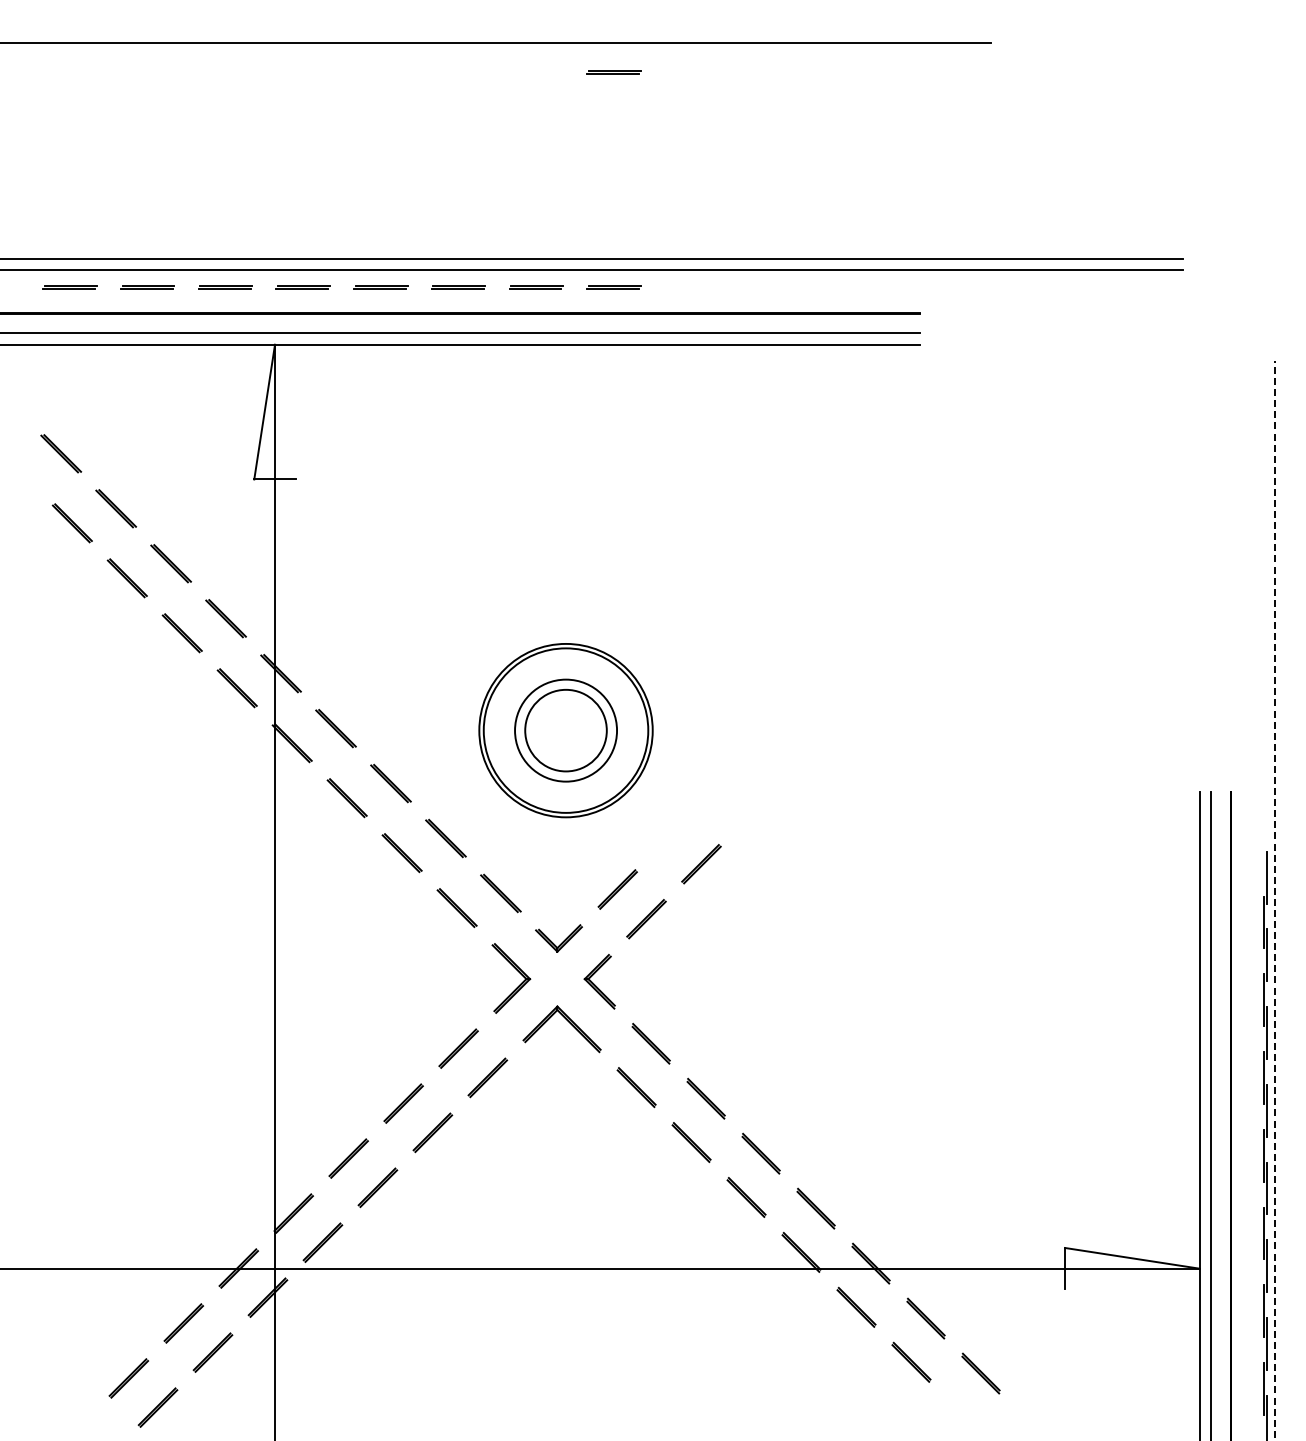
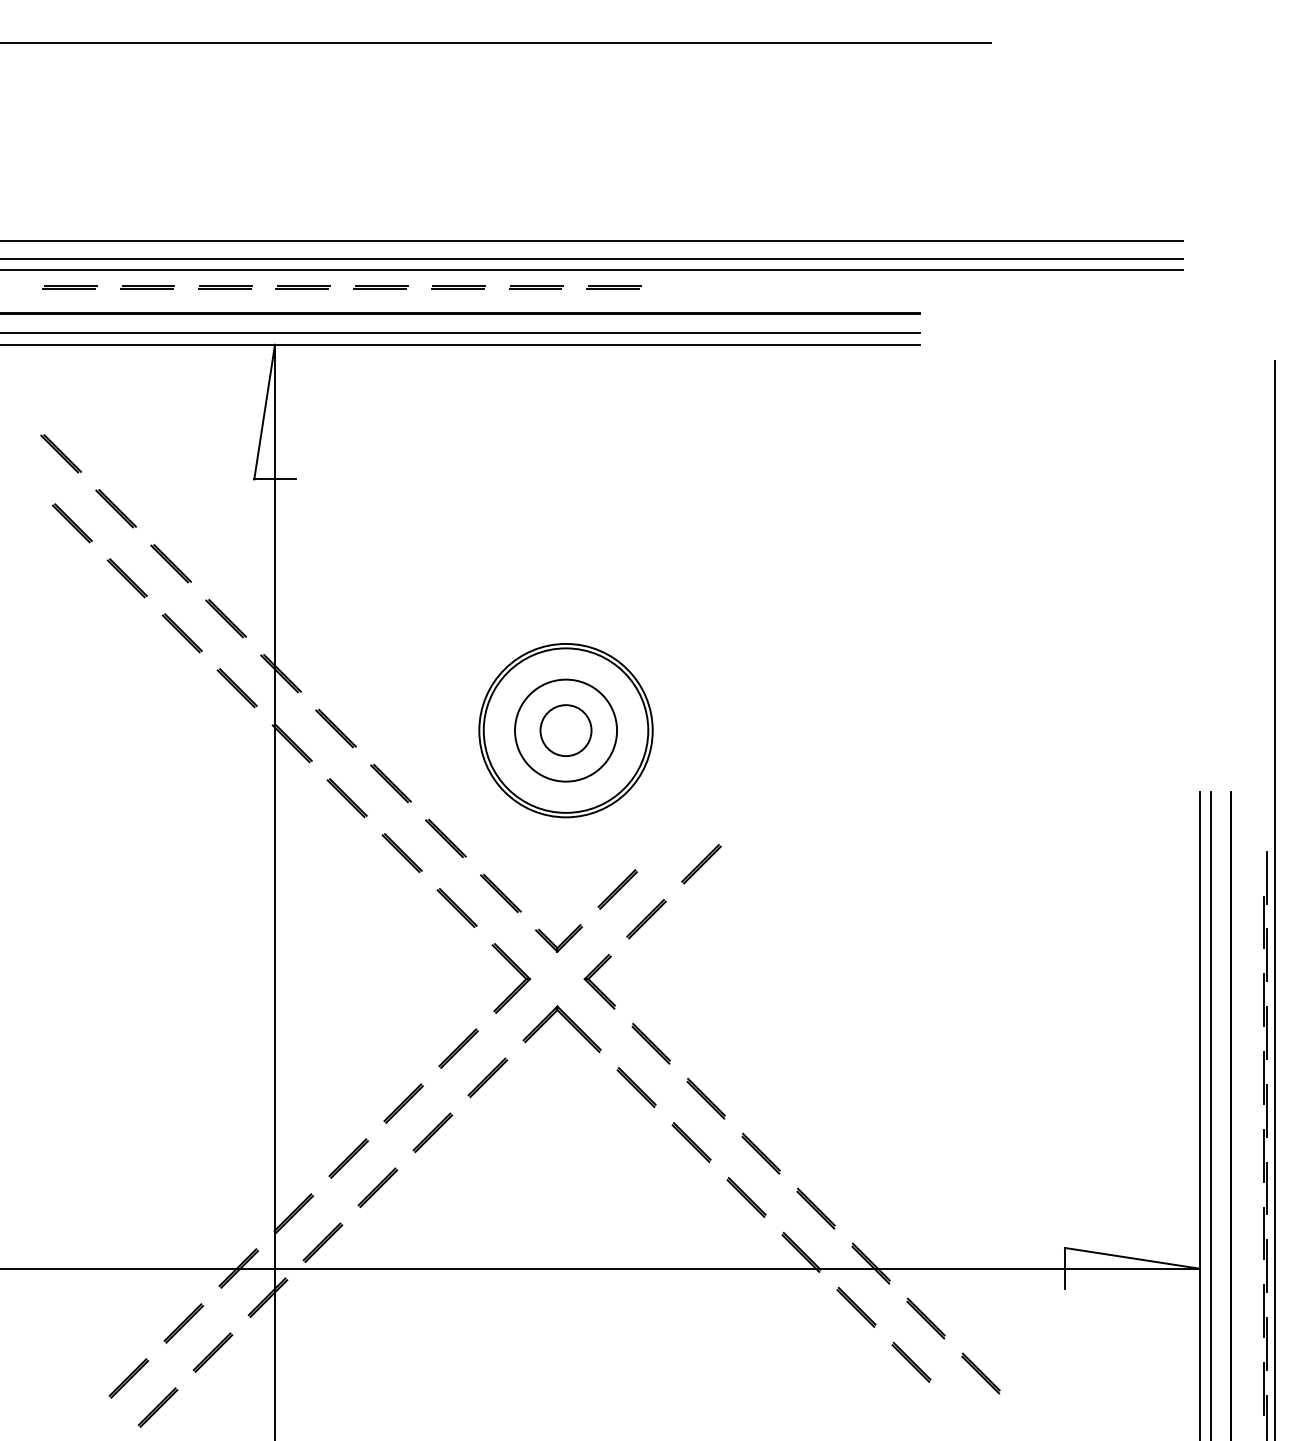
line at (613, 71): present -> none
line at (592, 241): none -> present
circle at (565, 730) diameter: 82 px -> 51 px
line at (1274, 900): dashed -> solid
